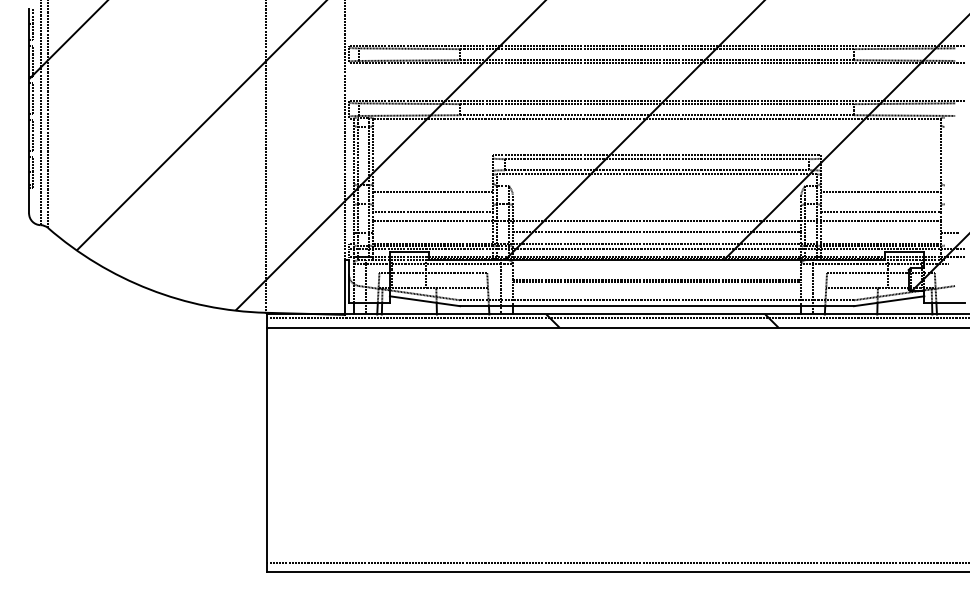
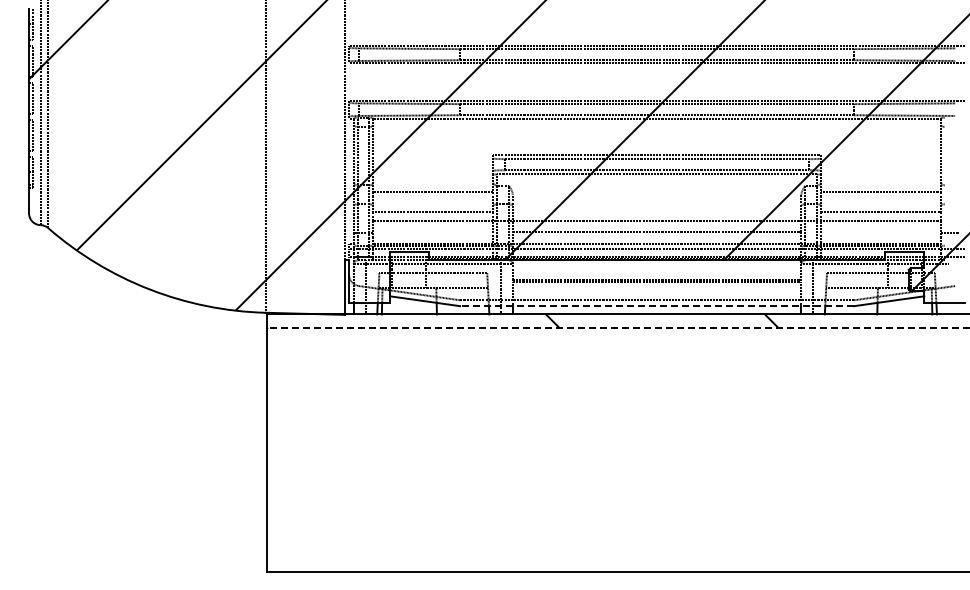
line at (657, 306): solid -> dashed
line at (616, 318): present -> none
line at (617, 327): solid -> dashed
line at (616, 562): present -> none
